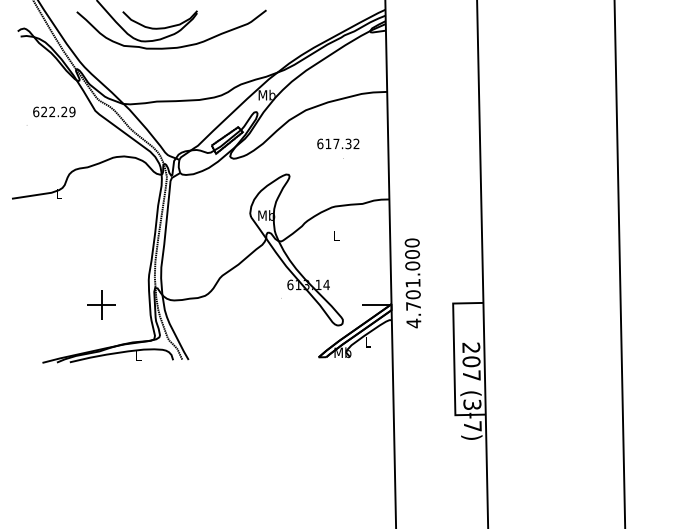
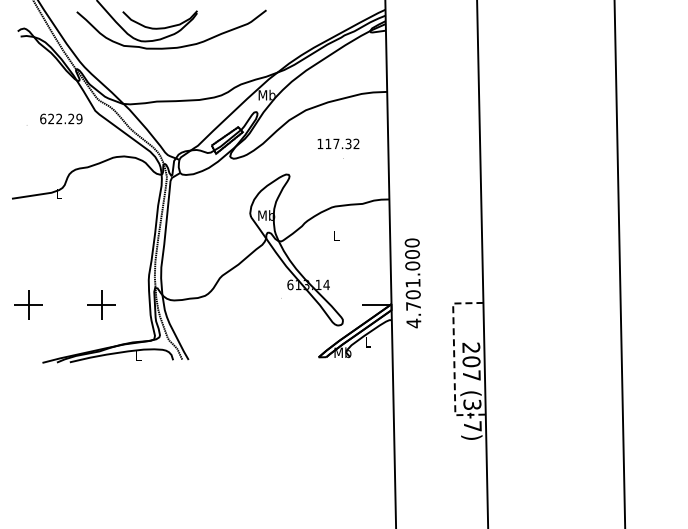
text at (54, 111) position: (54, 111) -> (61, 118)
text at (320, 143): 617.32 -> 117.32
part at (28, 304): none -> present
line at (454, 359): solid -> dashed
